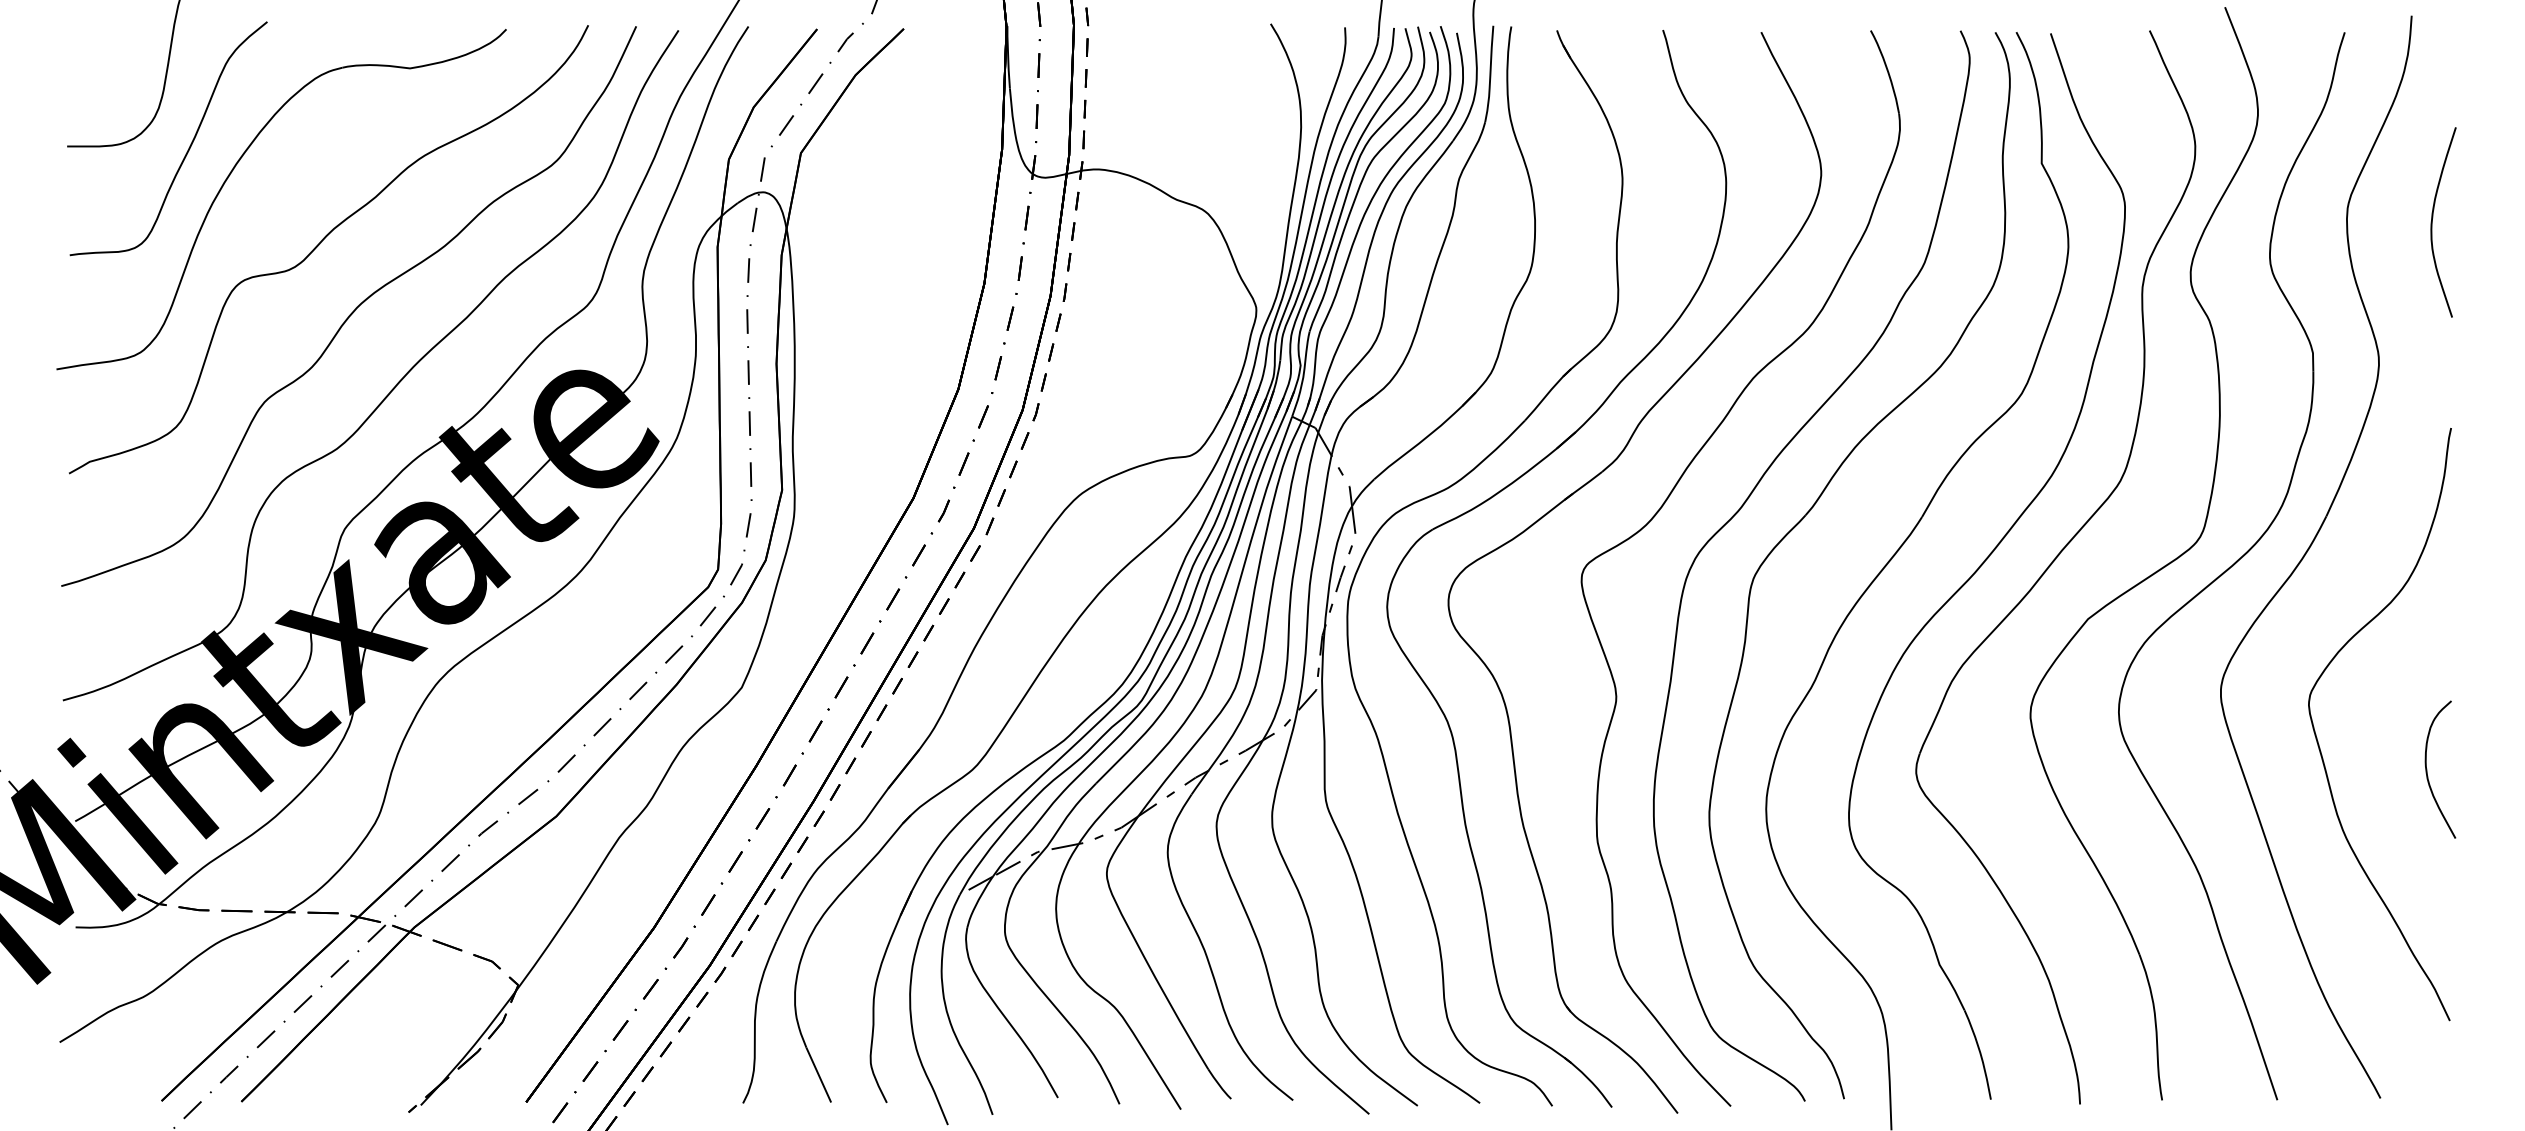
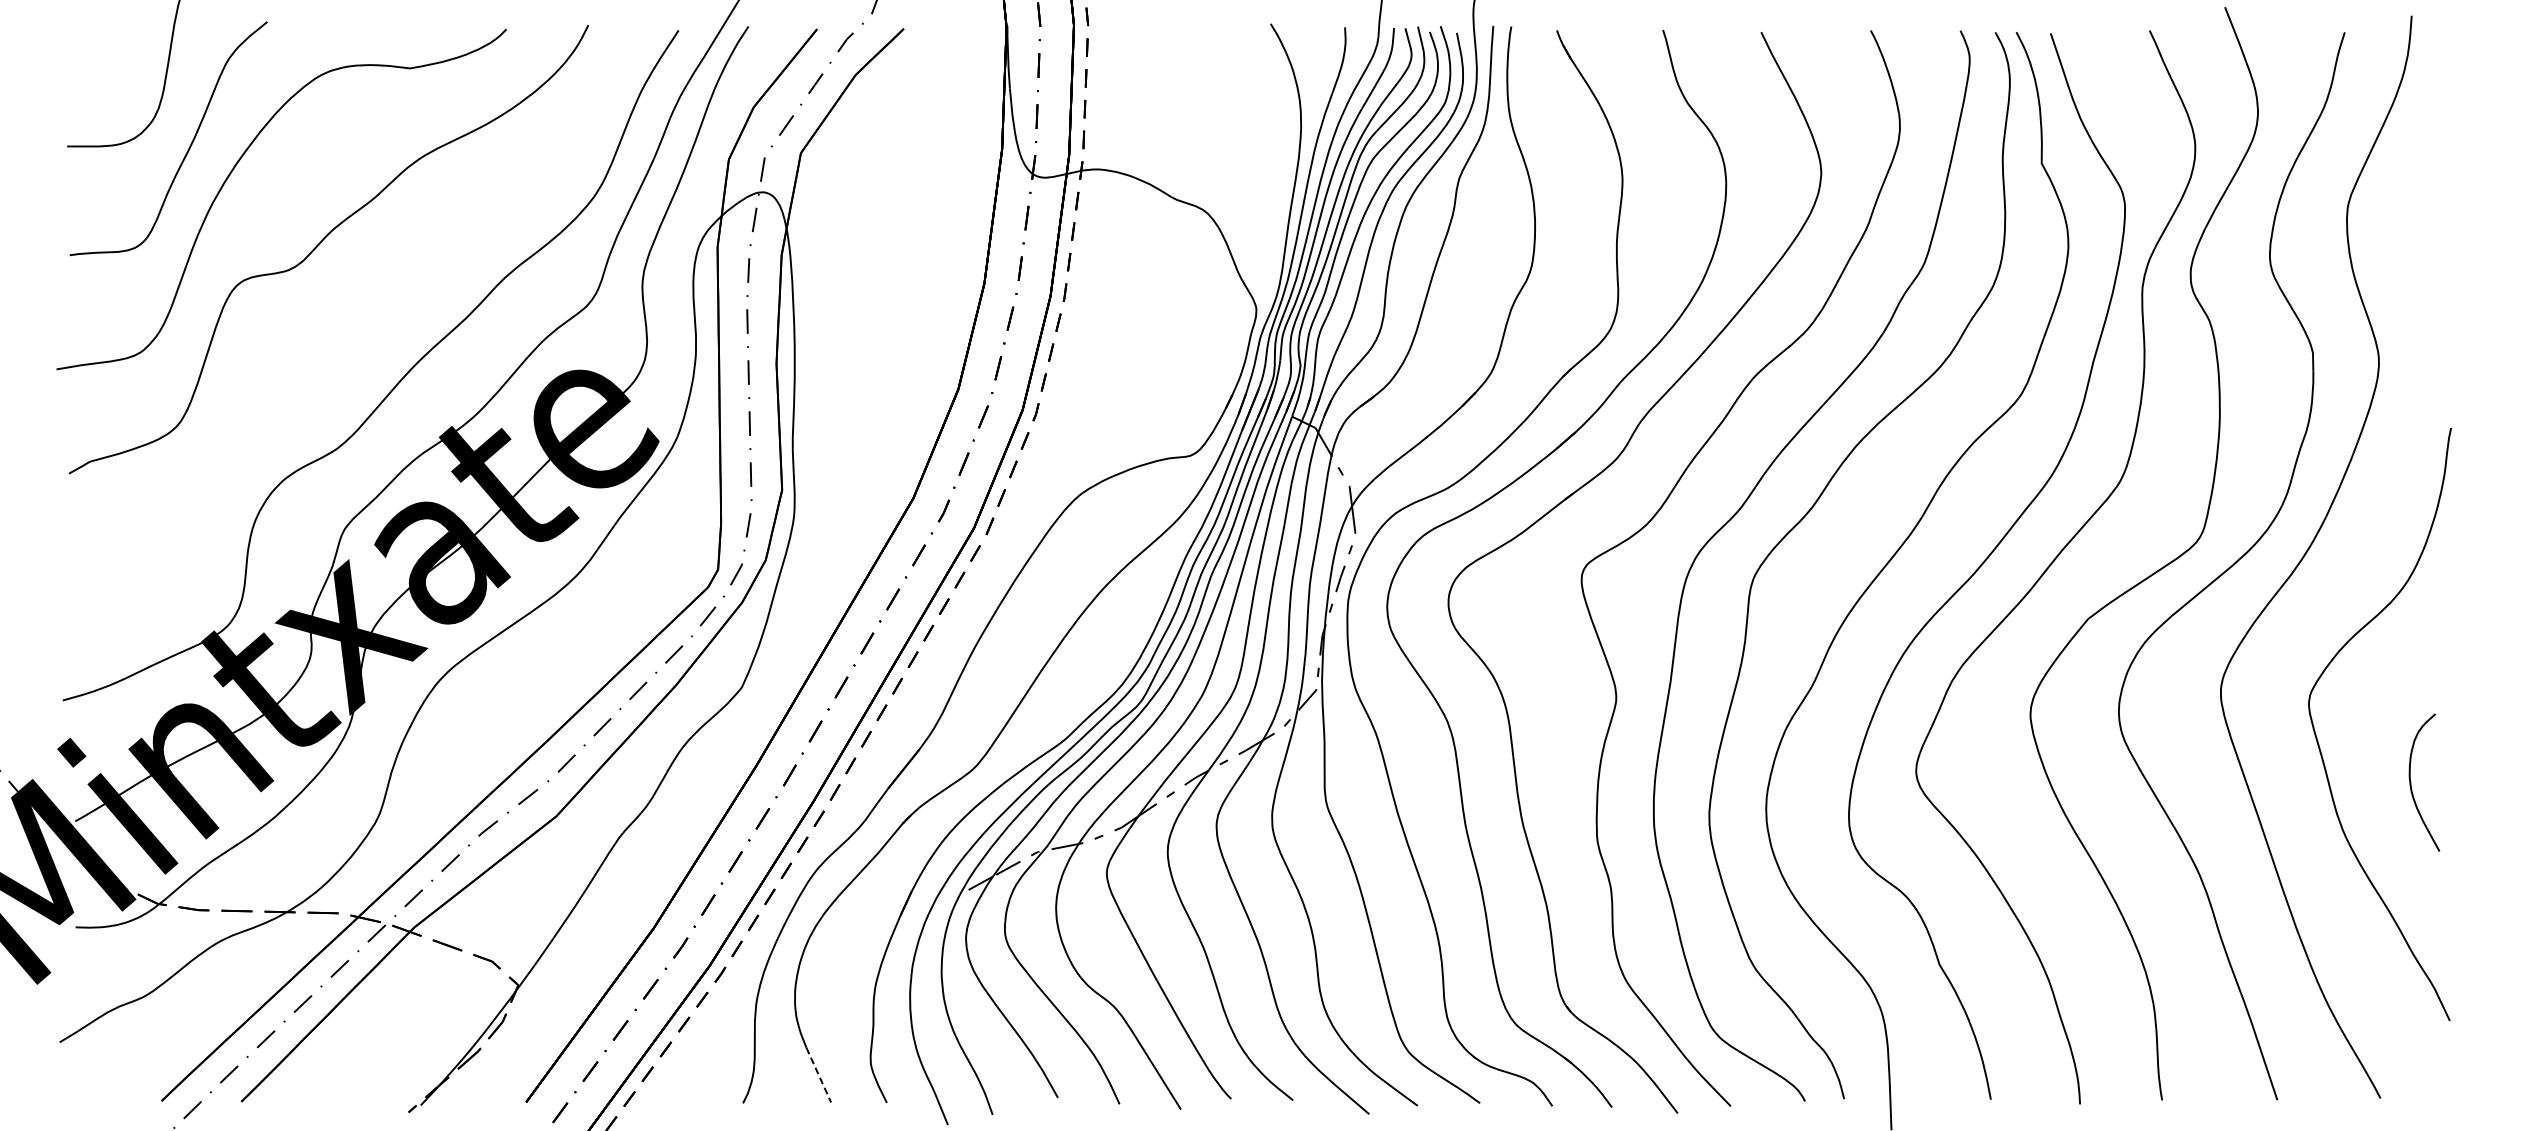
curve at (2432, 222): present -> none
curve at (353, 310): present -> none
curve at (2427, 769) position: (2427, 769) -> (2411, 782)
line at (819, 1075): solid -> dashed
